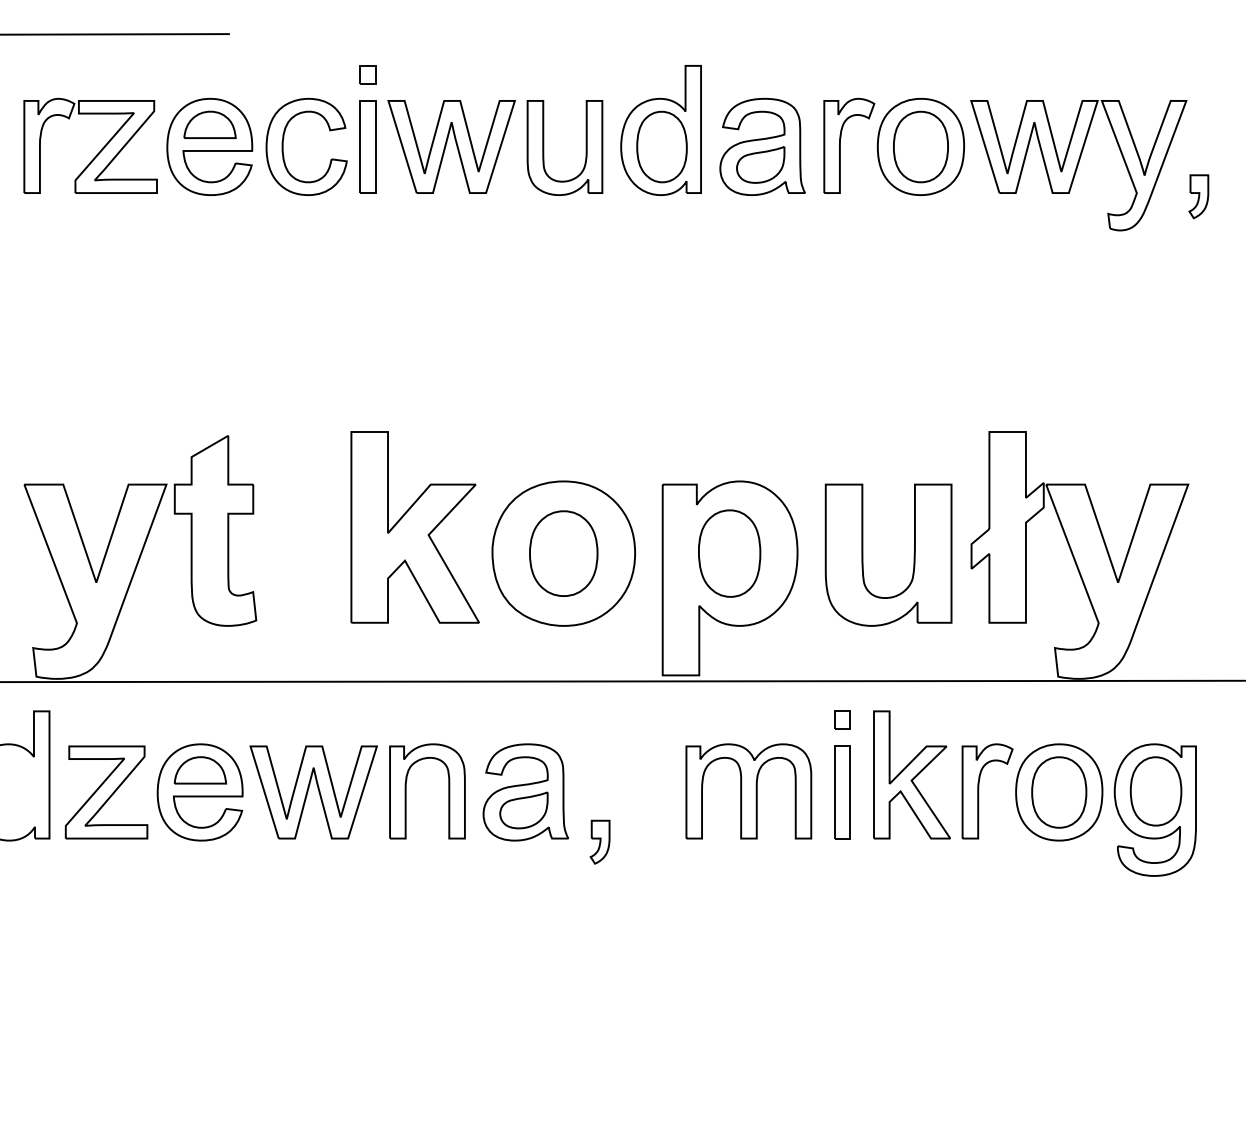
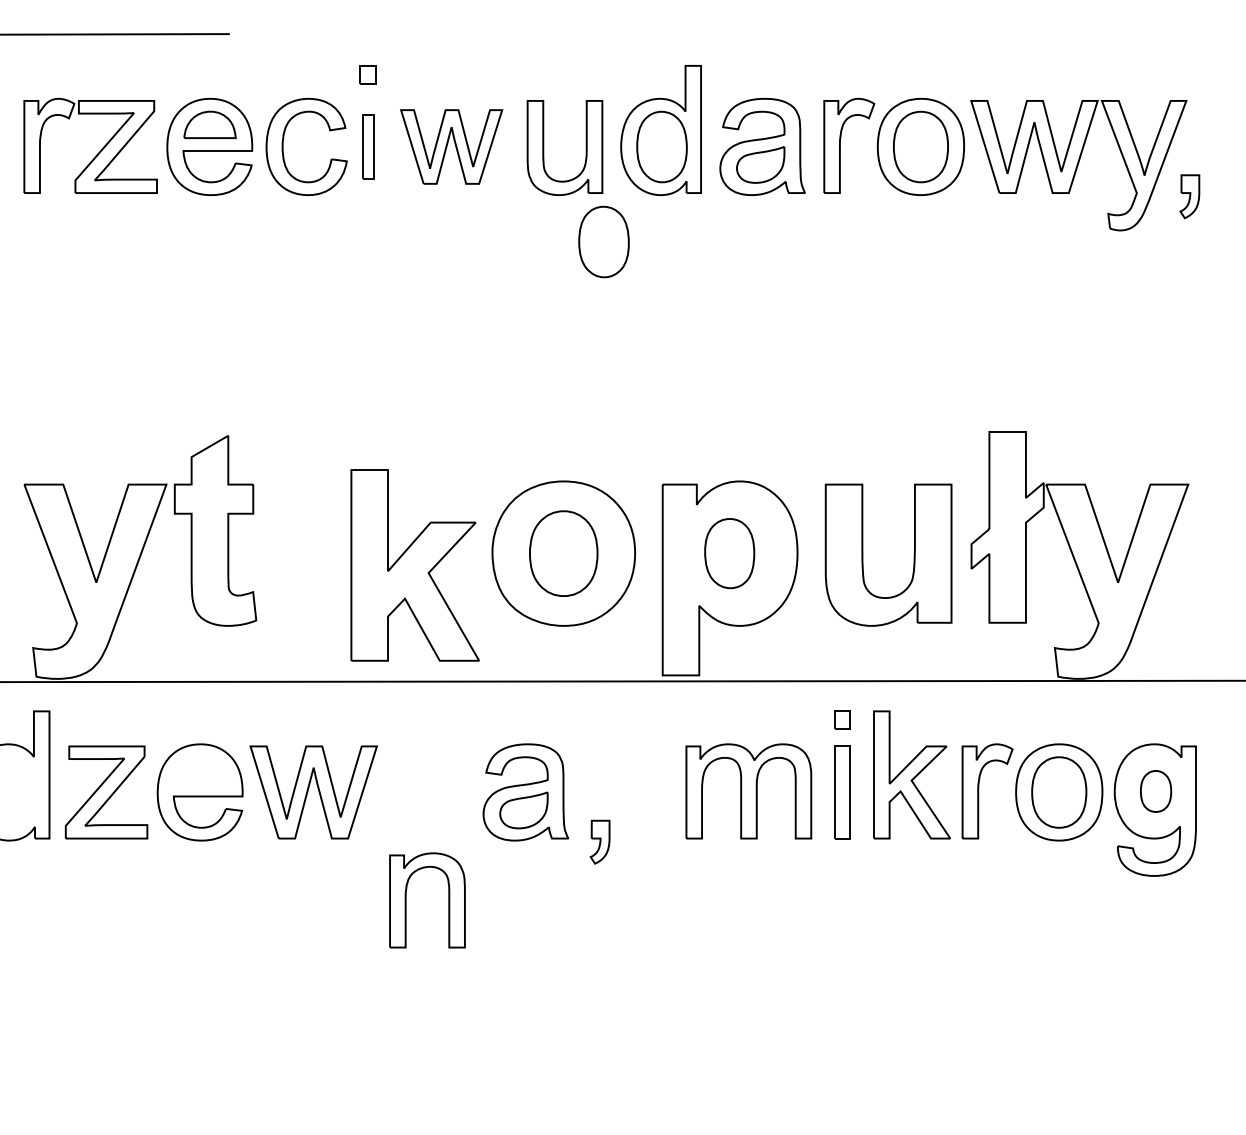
part at (367, 146) size: 18x94 px -> 13x66 px
part at (451, 146) size: 129x94 px -> 104x76 px
part at (1198, 196) position: (1198, 196) -> (1189, 196)
part at (603, 241): none -> present
part at (414, 527) position: (414, 527) -> (414, 565)
part at (729, 553) size: 64x89 px -> 52x72 px
part at (199, 770): present -> none
part at (406, 791) position: (406, 791) -> (406, 900)
part at (1155, 791) size: 54x71 px -> 33x43 px
